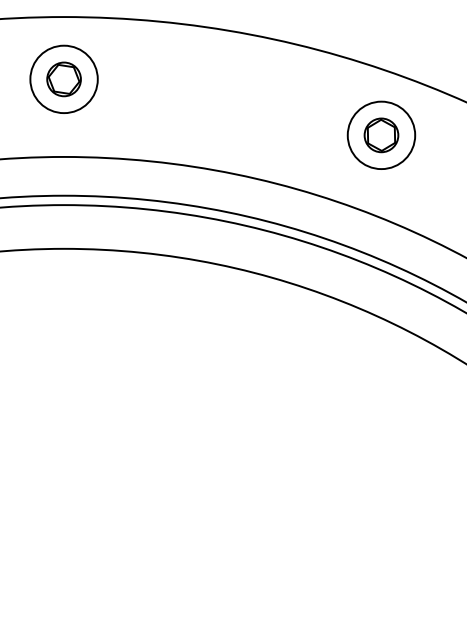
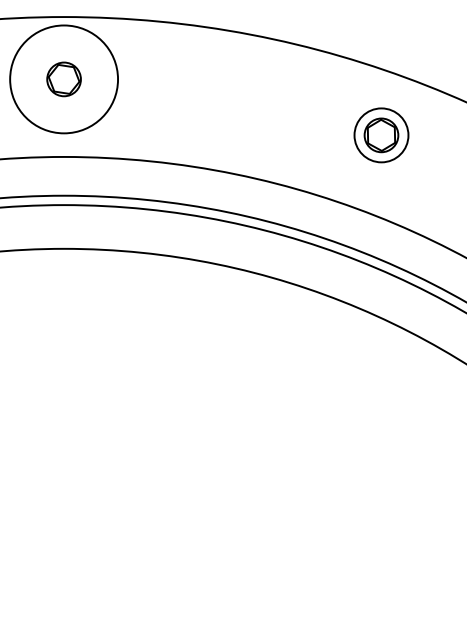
circle at (63, 79) diameter: 67 px -> 108 px
circle at (381, 135) diameter: 67 px -> 54 px
